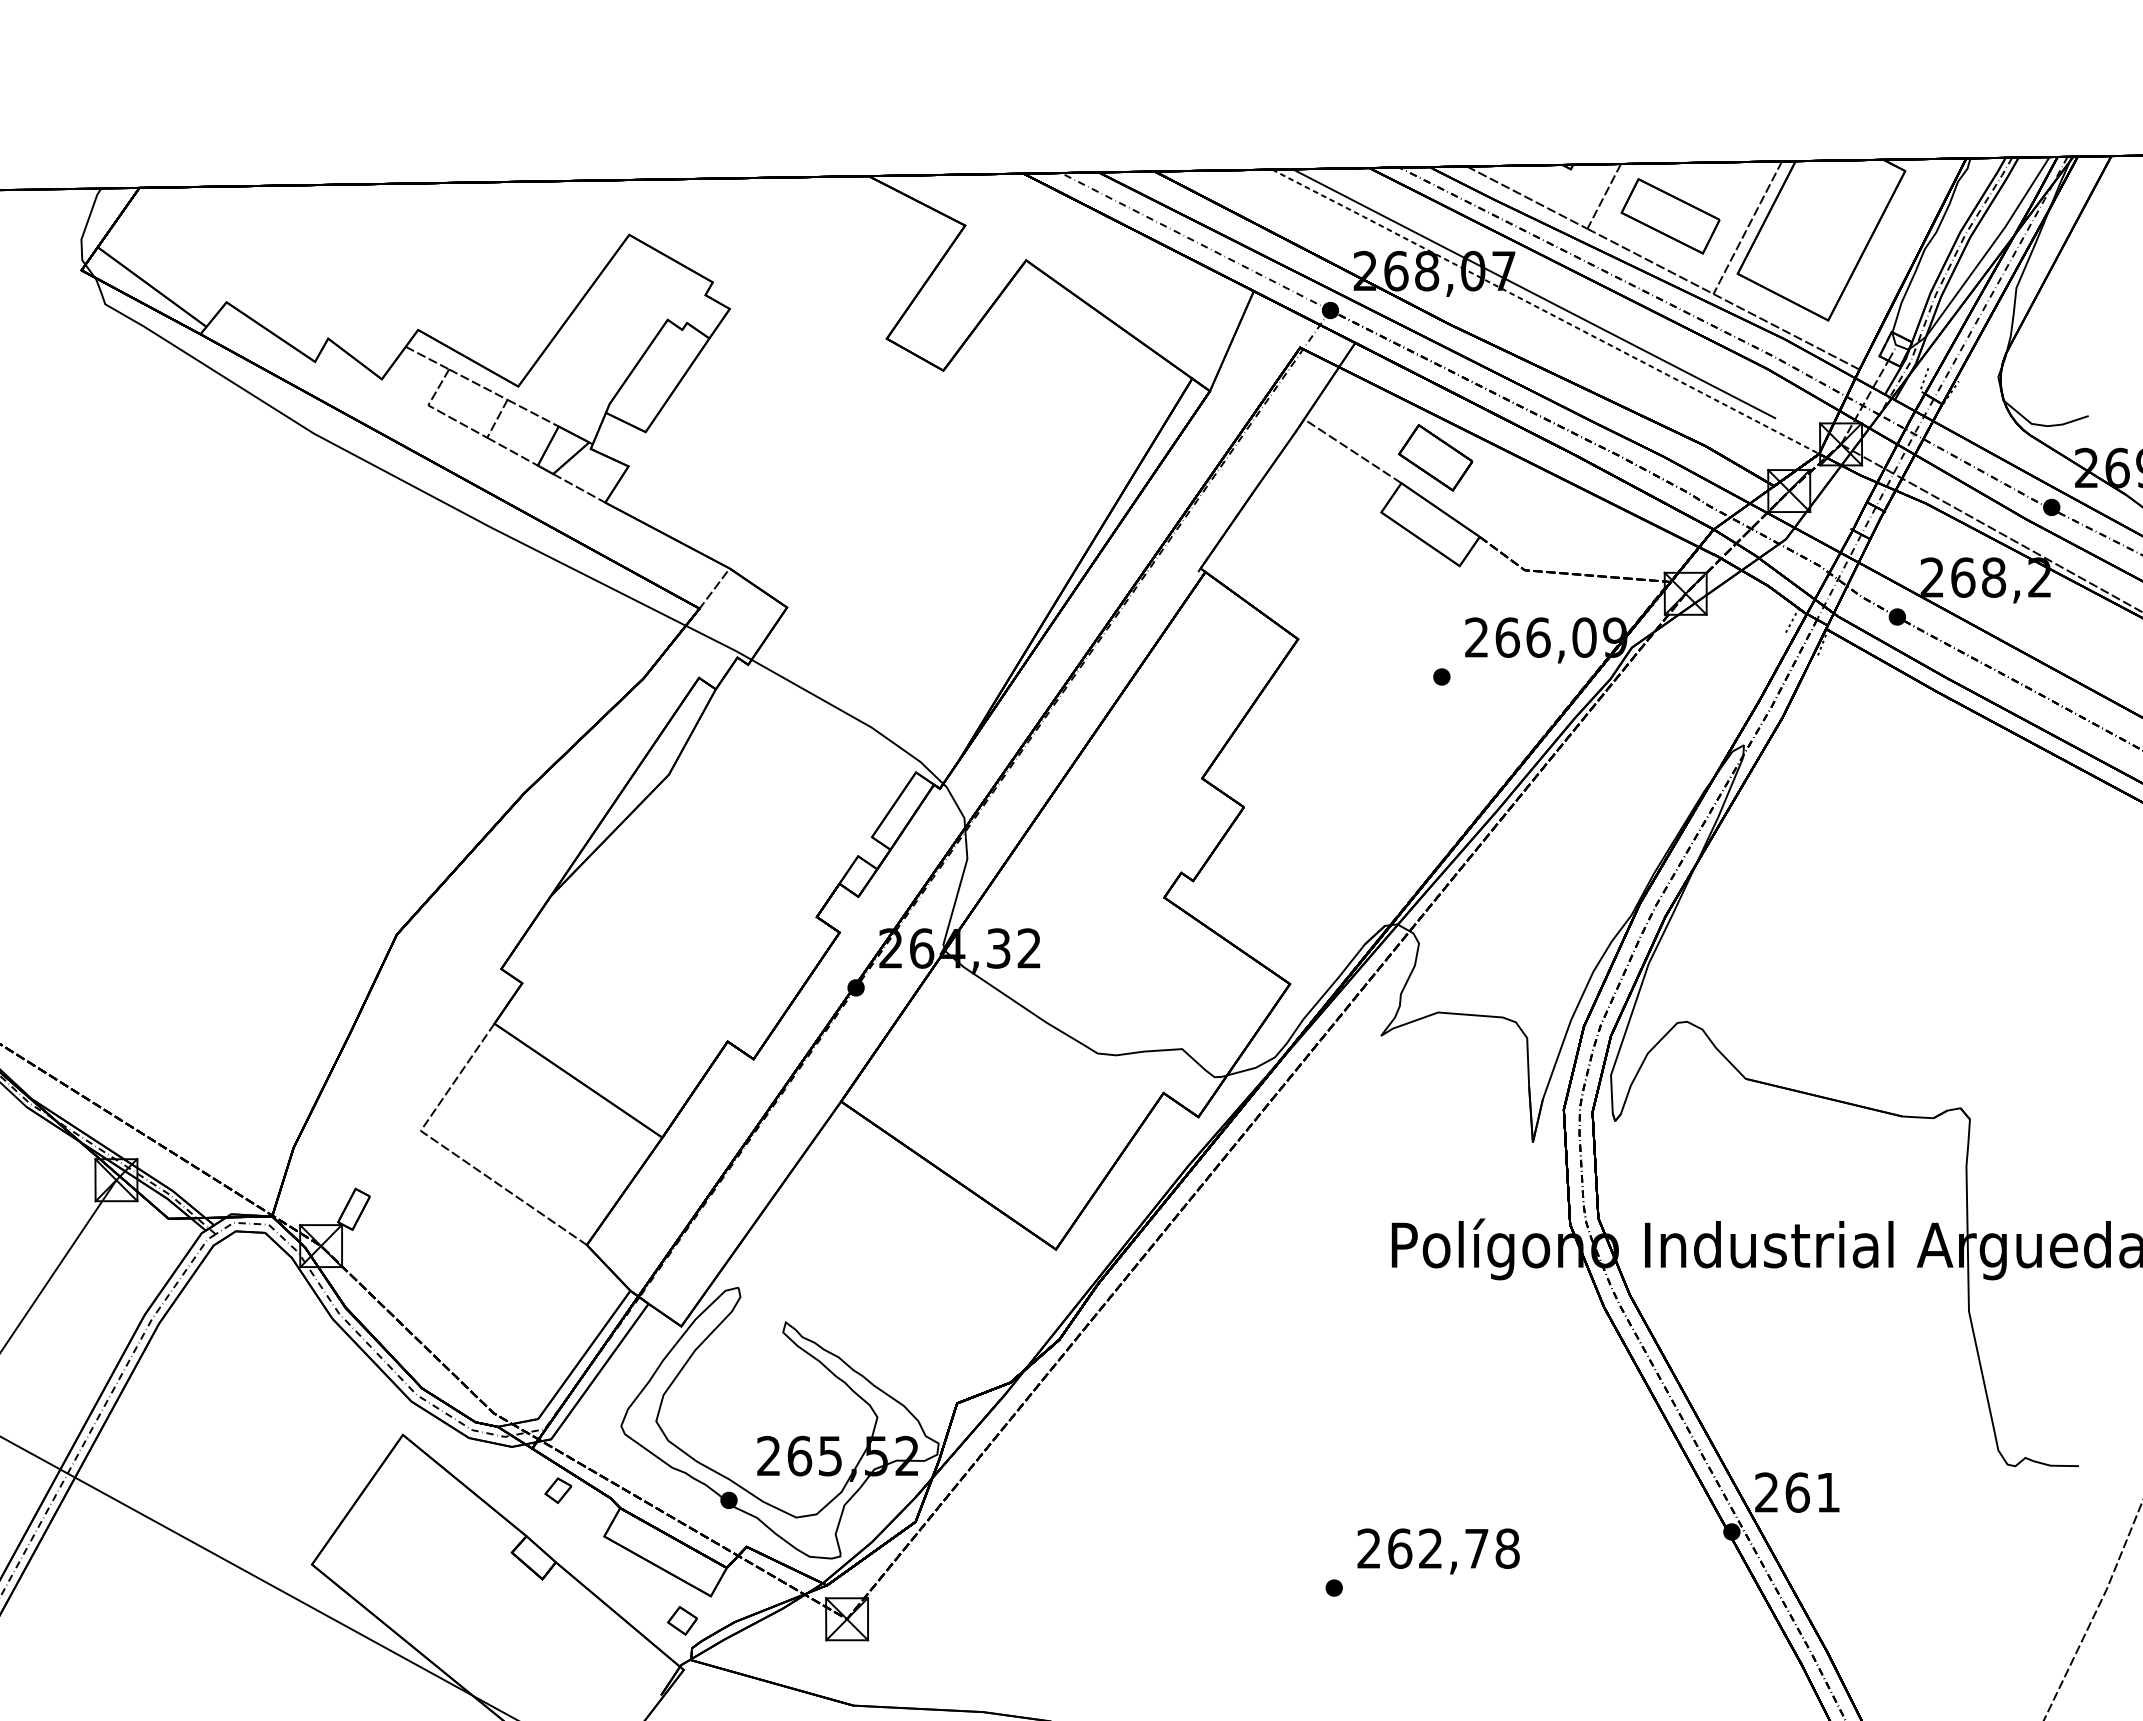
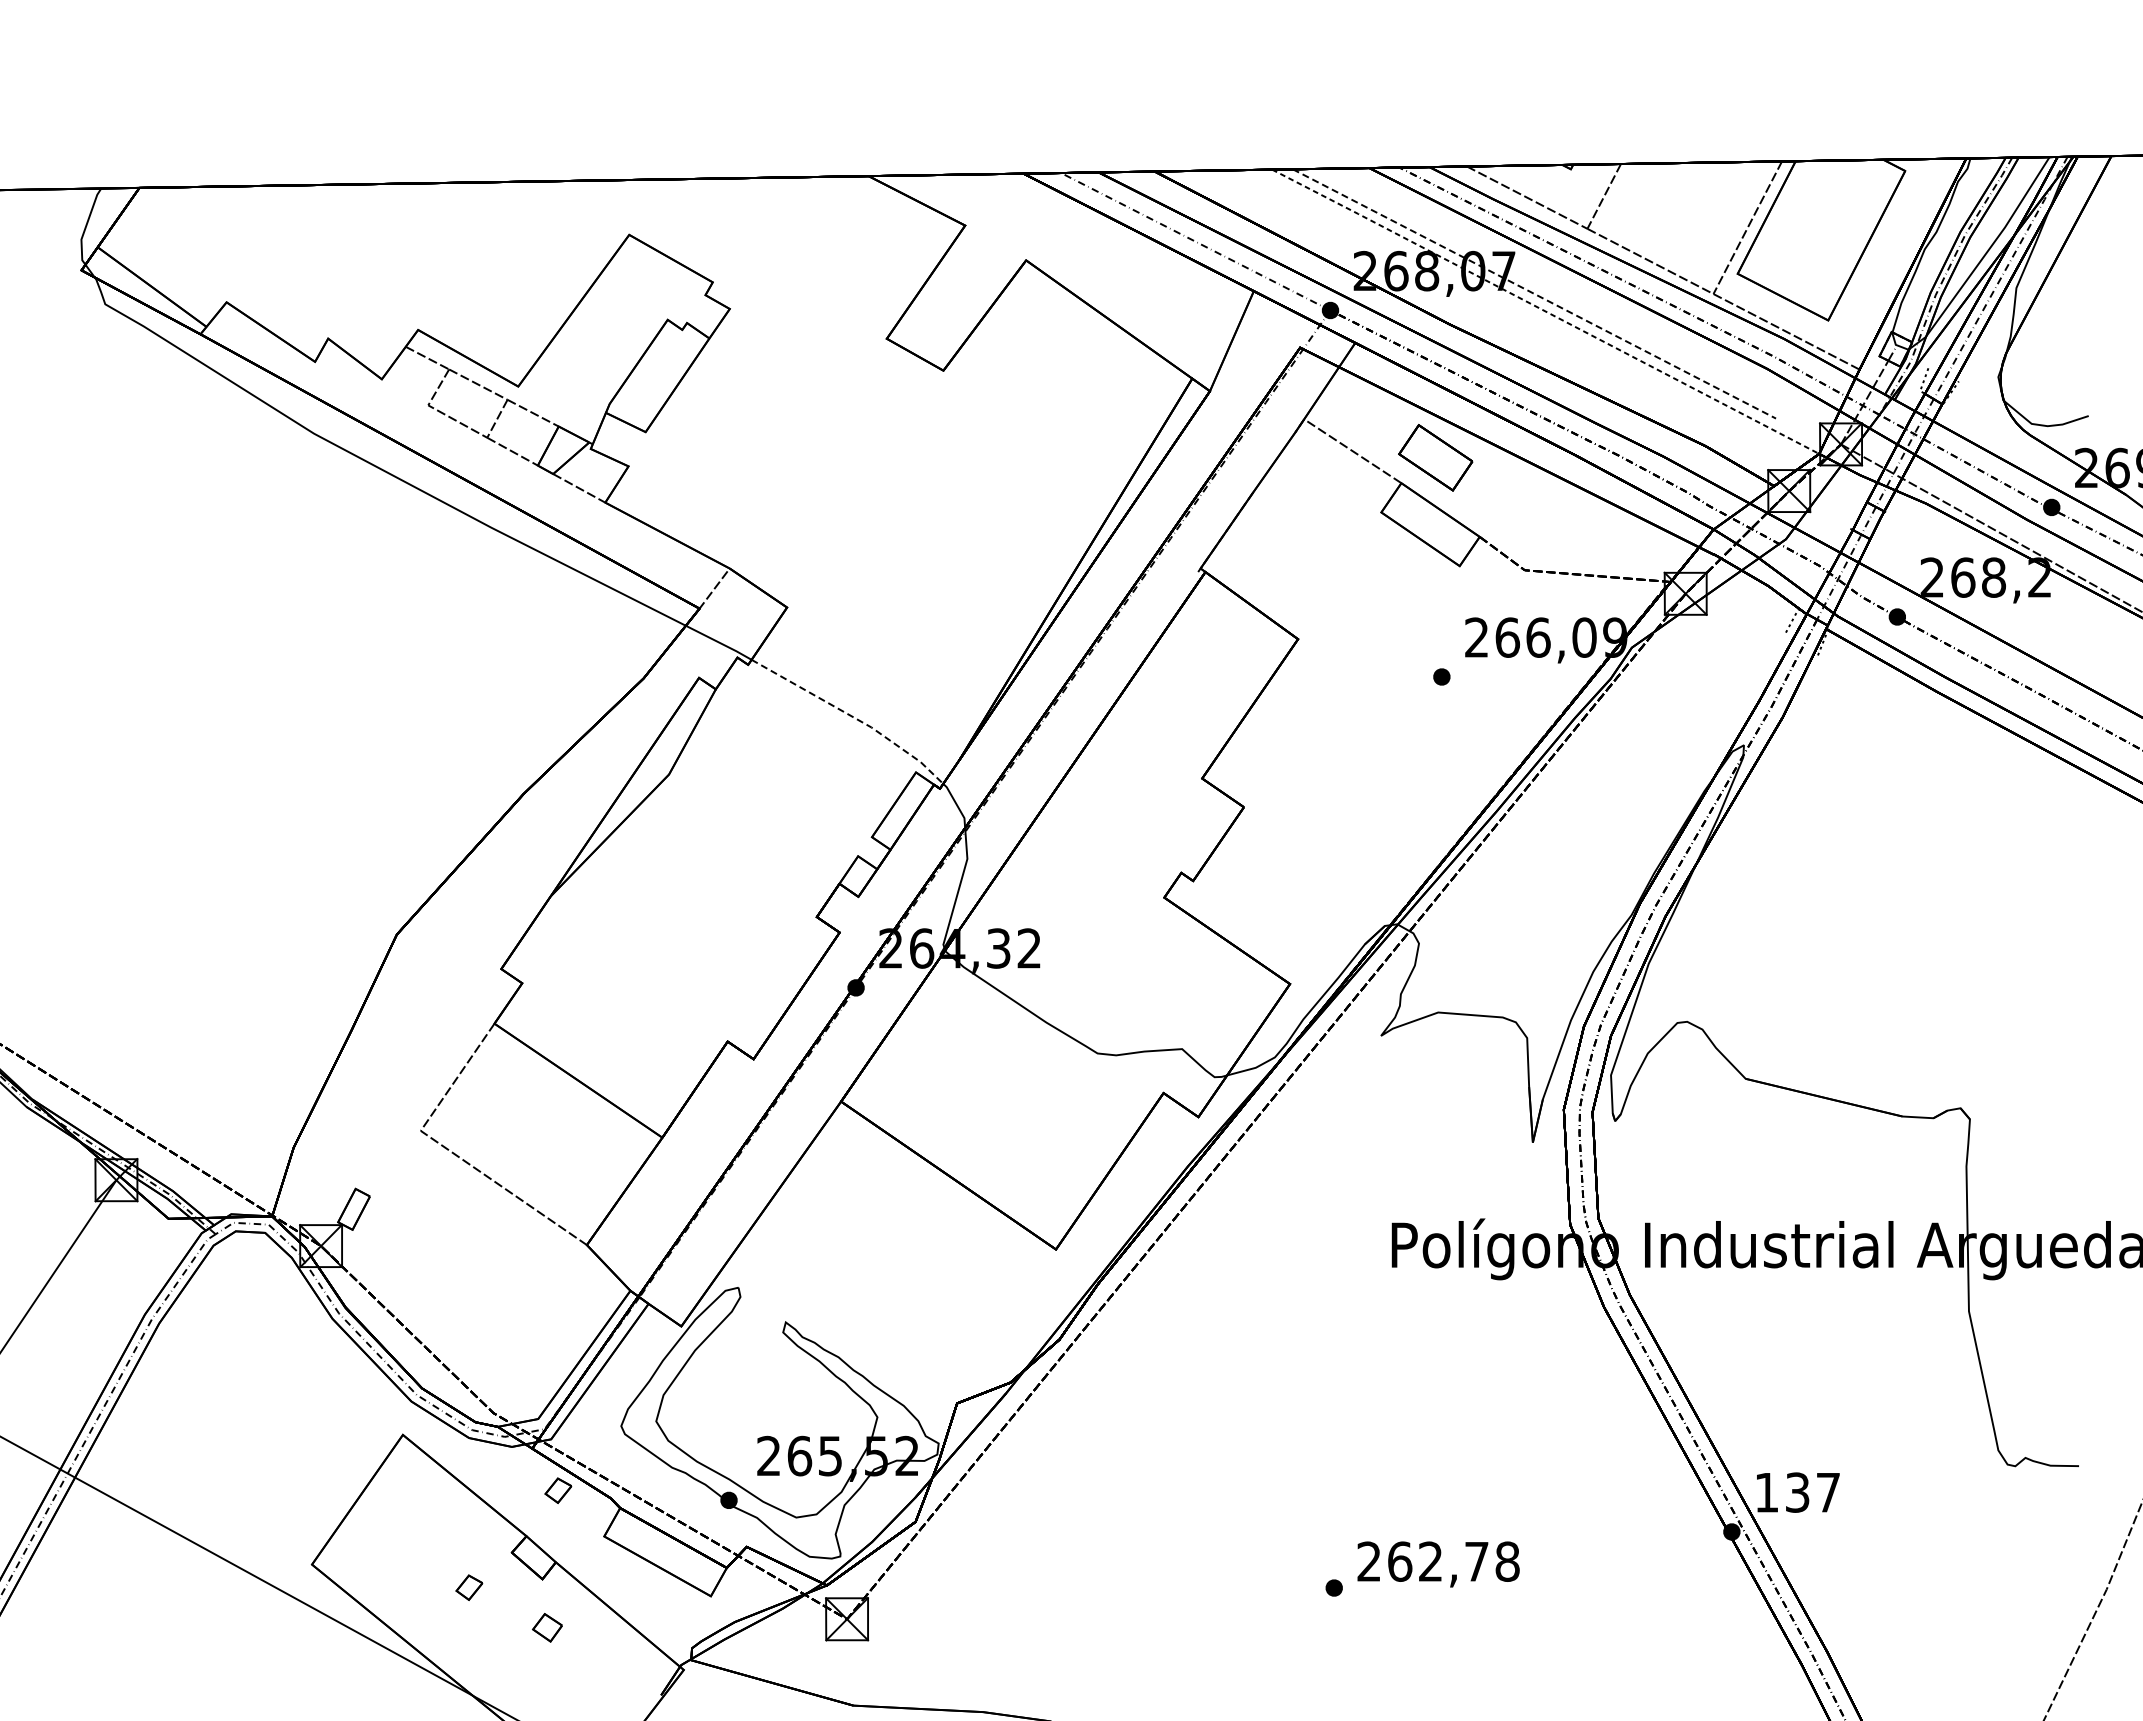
part at (1670, 216): present -> none
line at (1534, 293): solid -> dashed
line at (853, 717): solid -> dashed
text at (1797, 1492): 261 -> 137
text at (1438, 1551) position: (1438, 1551) -> (1438, 1564)
part at (469, 1587): none -> present
part at (682, 1620) position: (682, 1620) -> (547, 1627)
